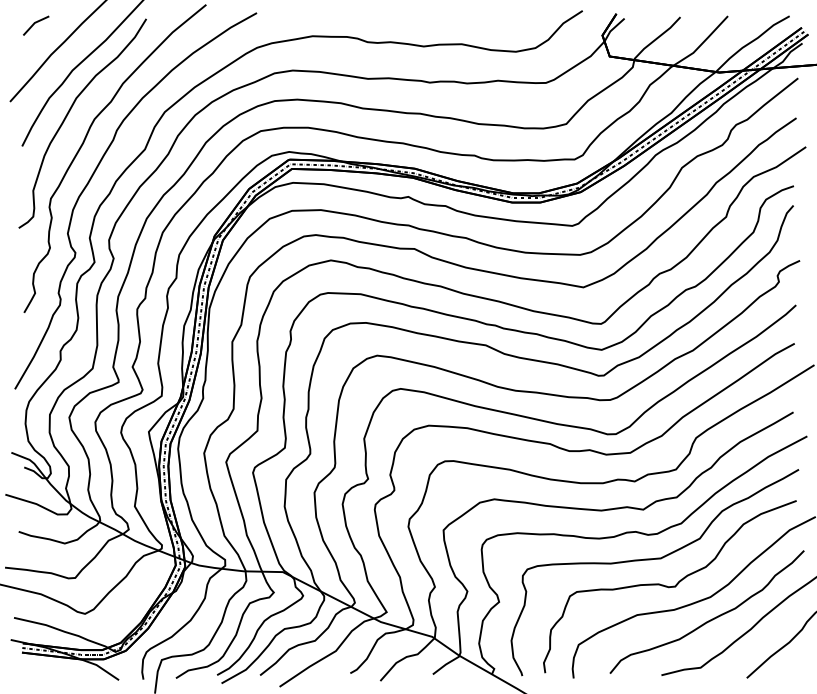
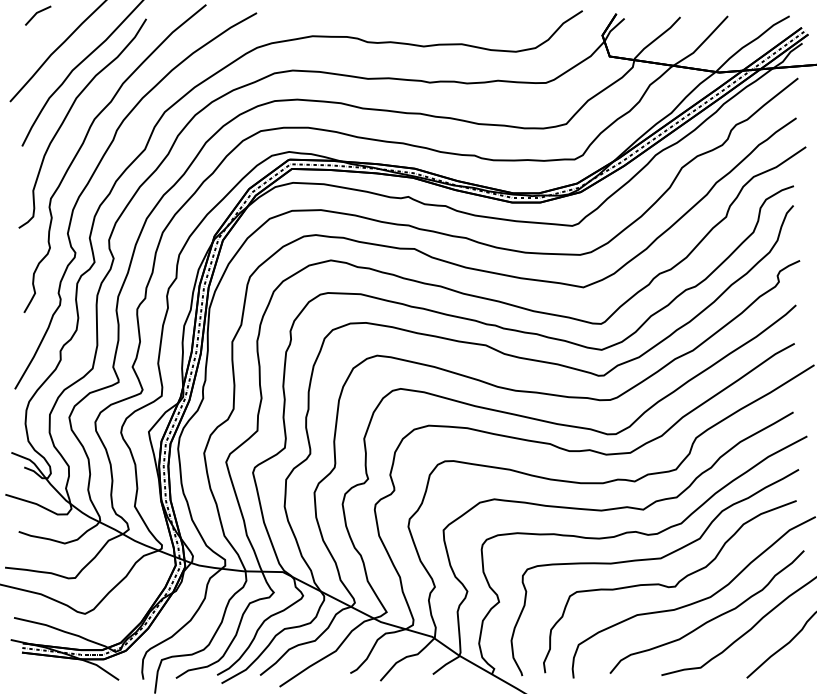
line at (36, 23) position: (36, 23) -> (38, 13)
